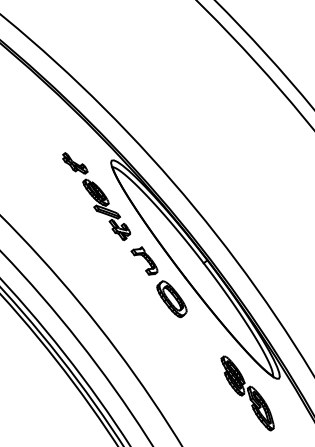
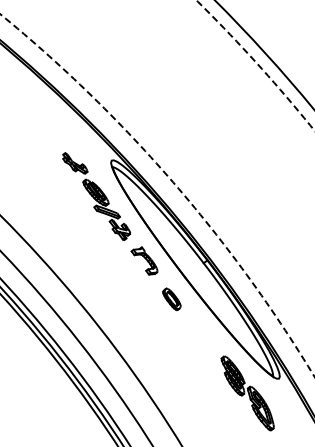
circle at (255, 65): solid -> dashed
circle at (157, 195): solid -> dashed
part at (171, 299) size: 32x39 px -> 20x25 px
